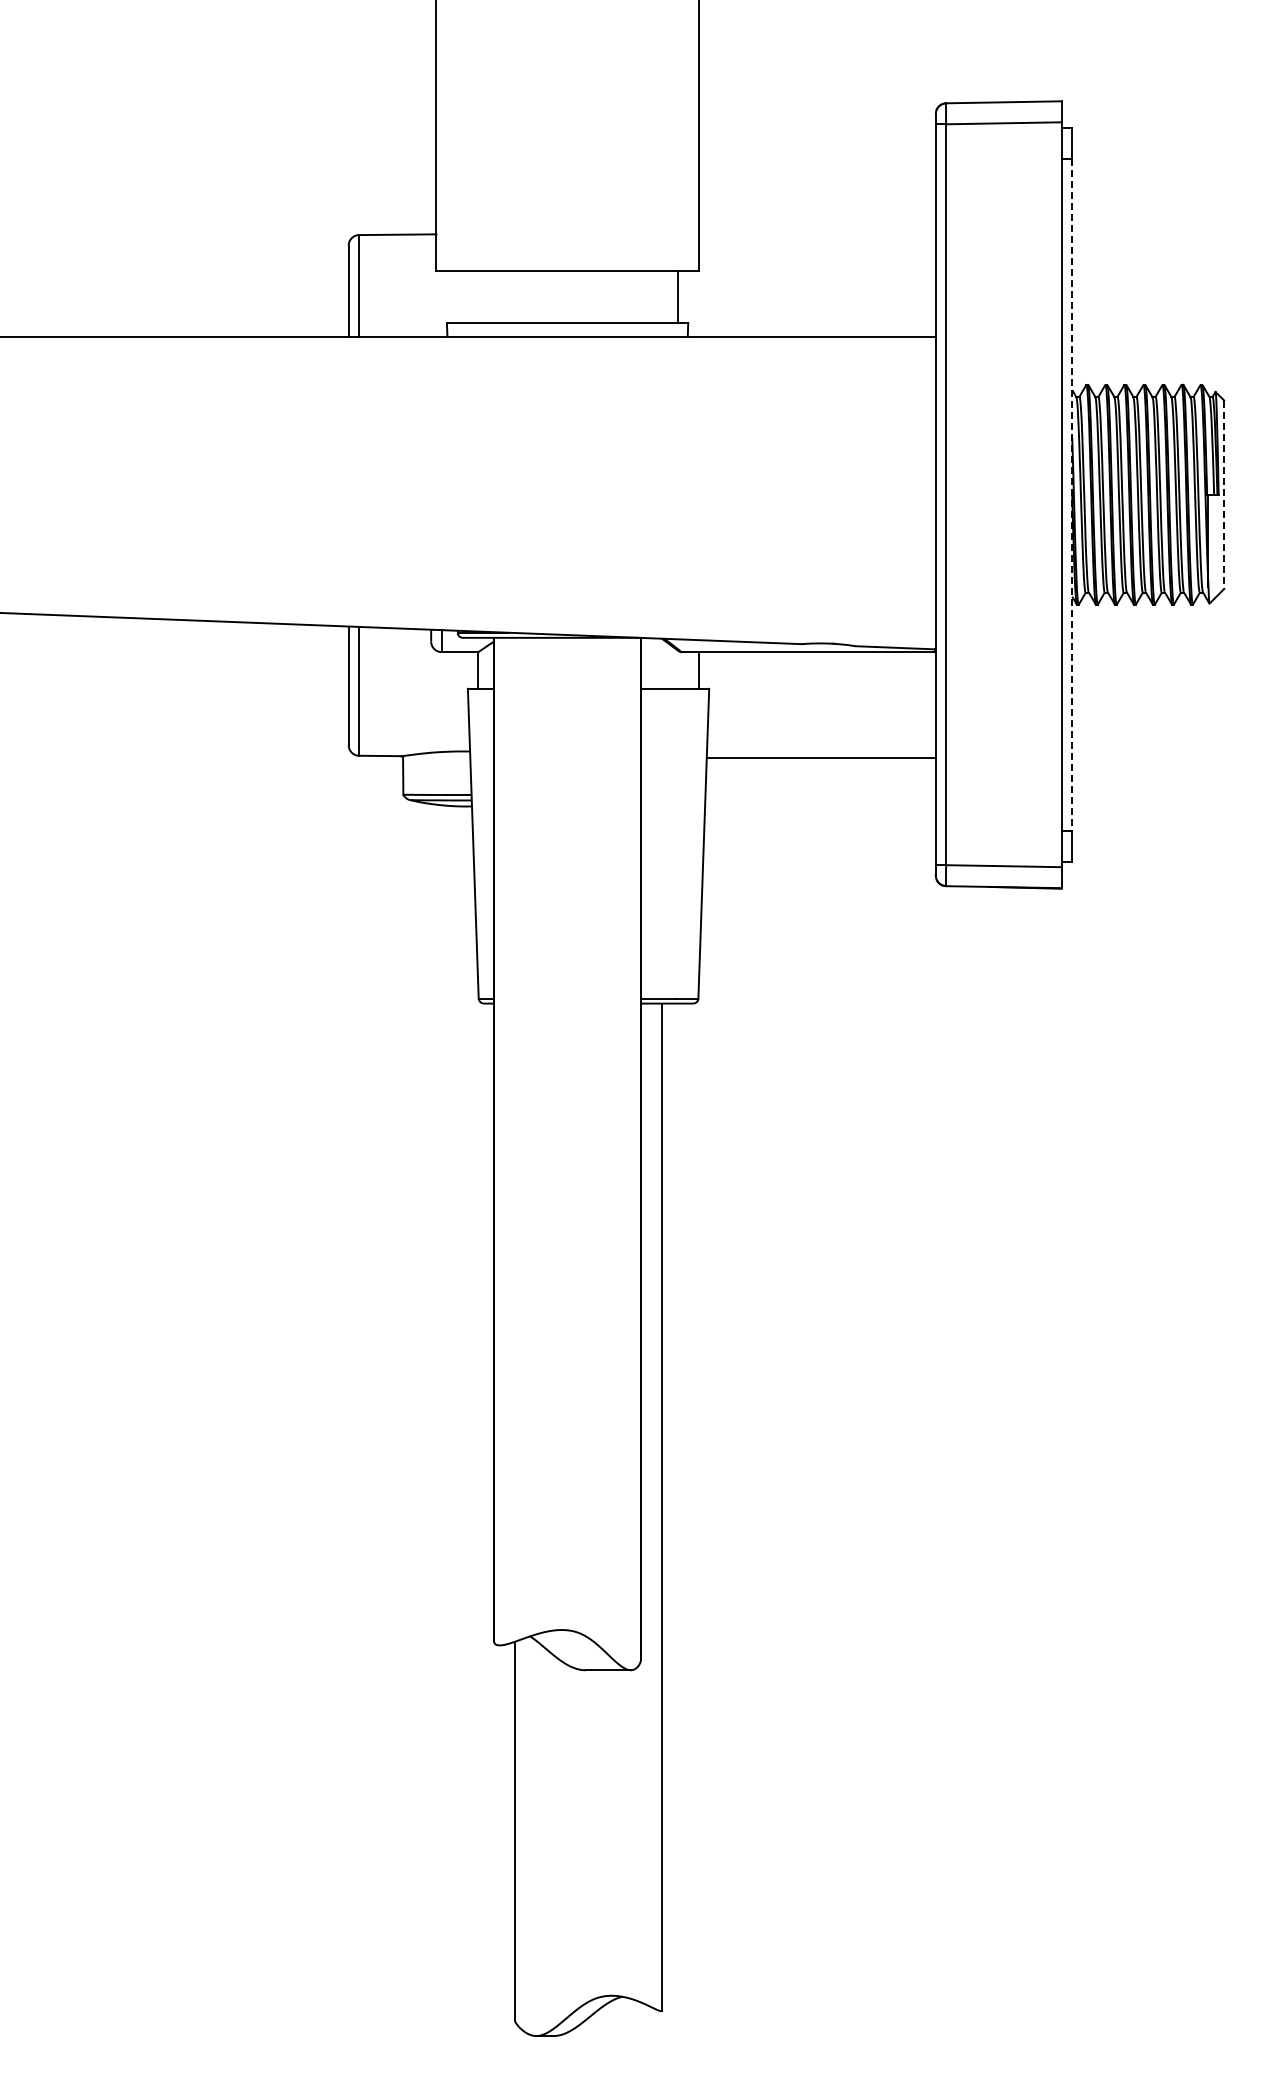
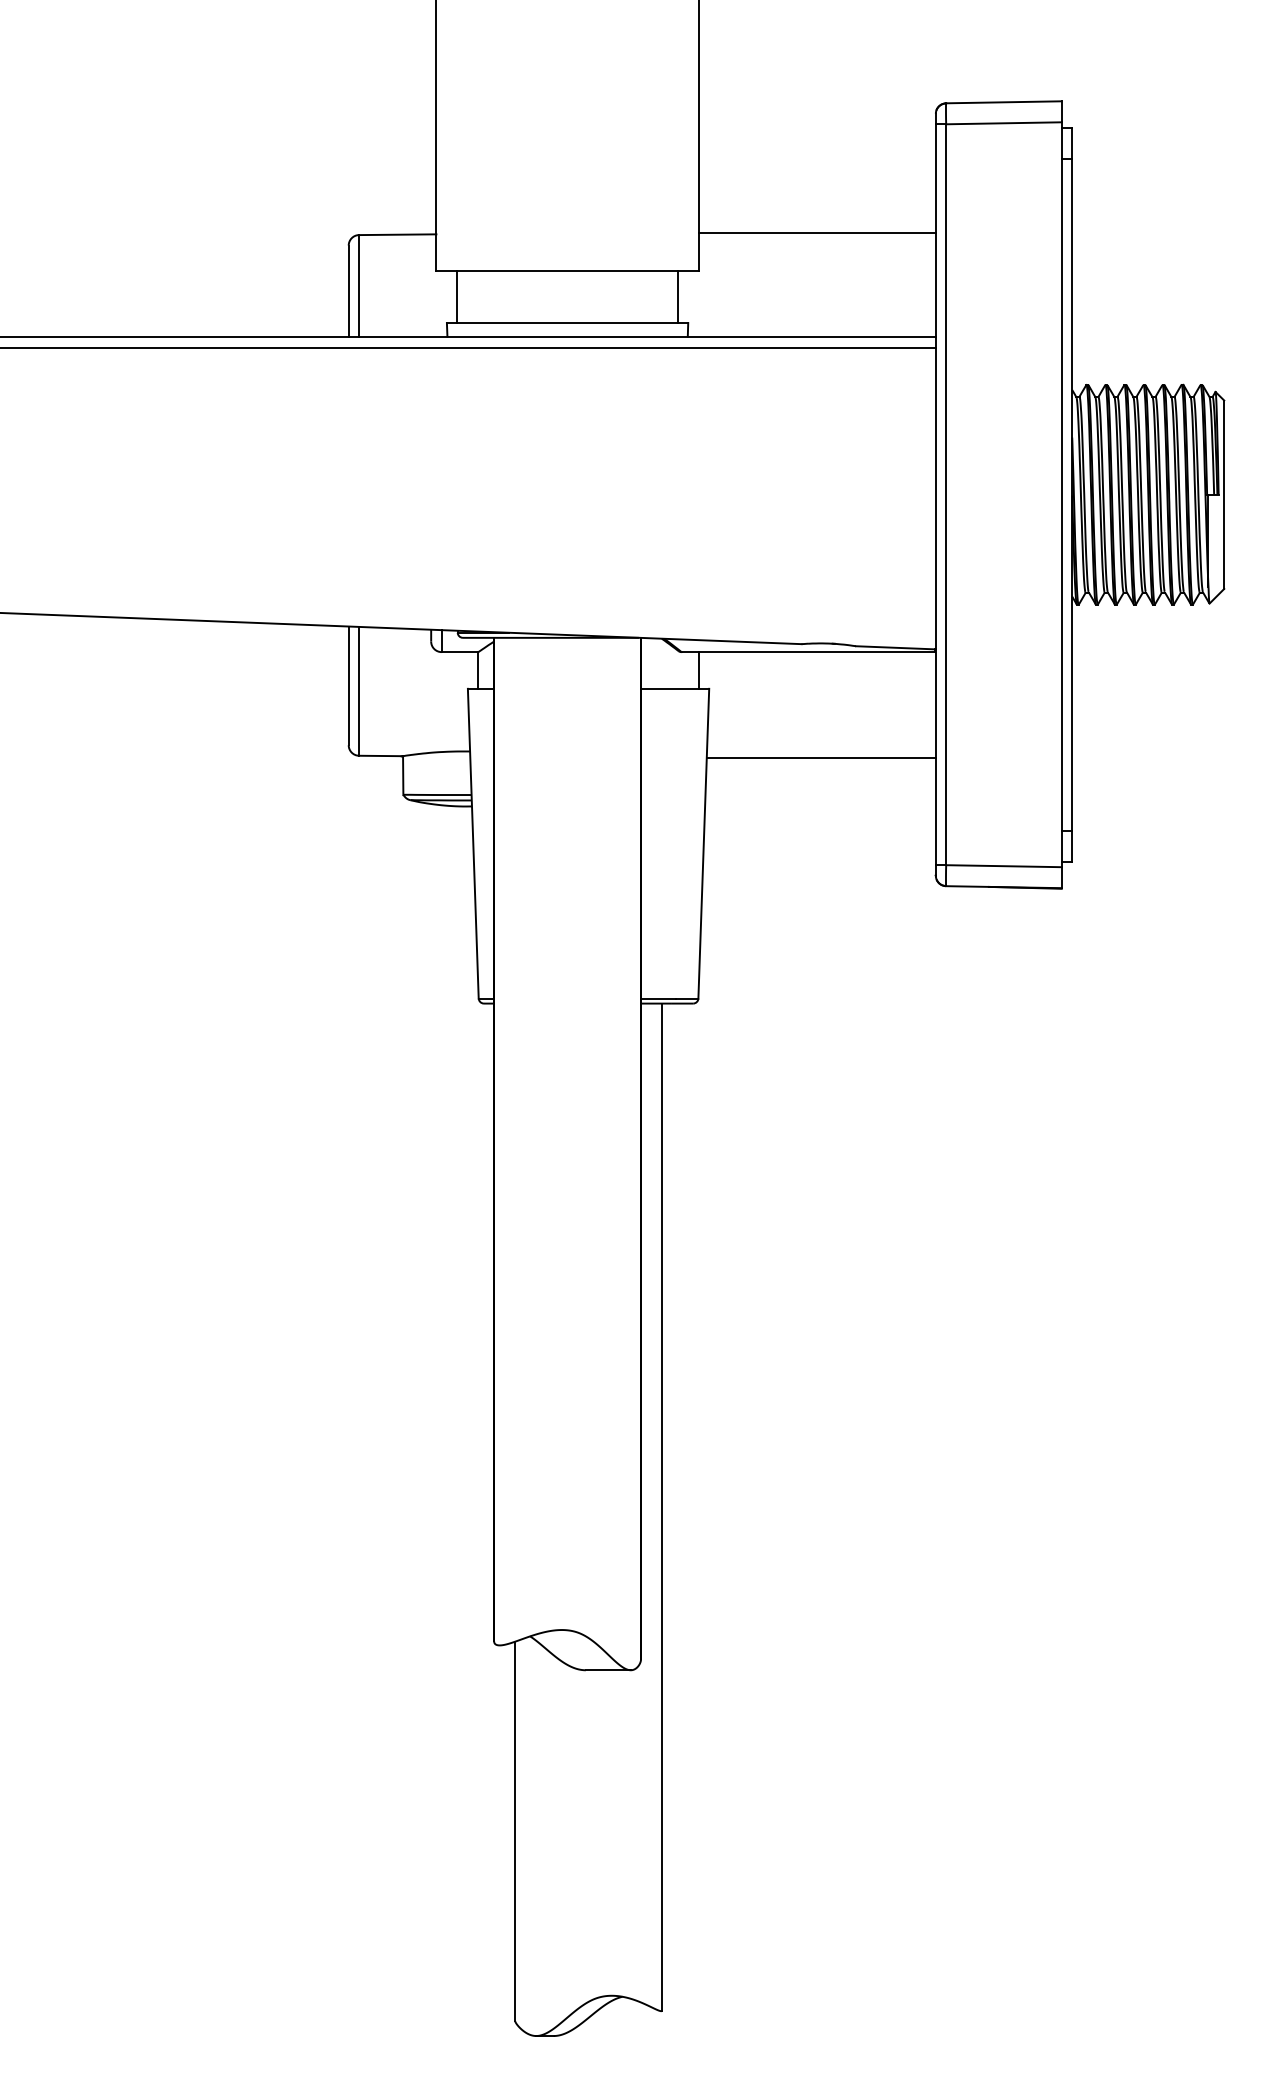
line at (816, 233): none -> present
line at (457, 296): none -> present
line at (468, 348): none -> present
line at (1072, 494): dashed -> solid
line at (1224, 495): dashed -> solid
